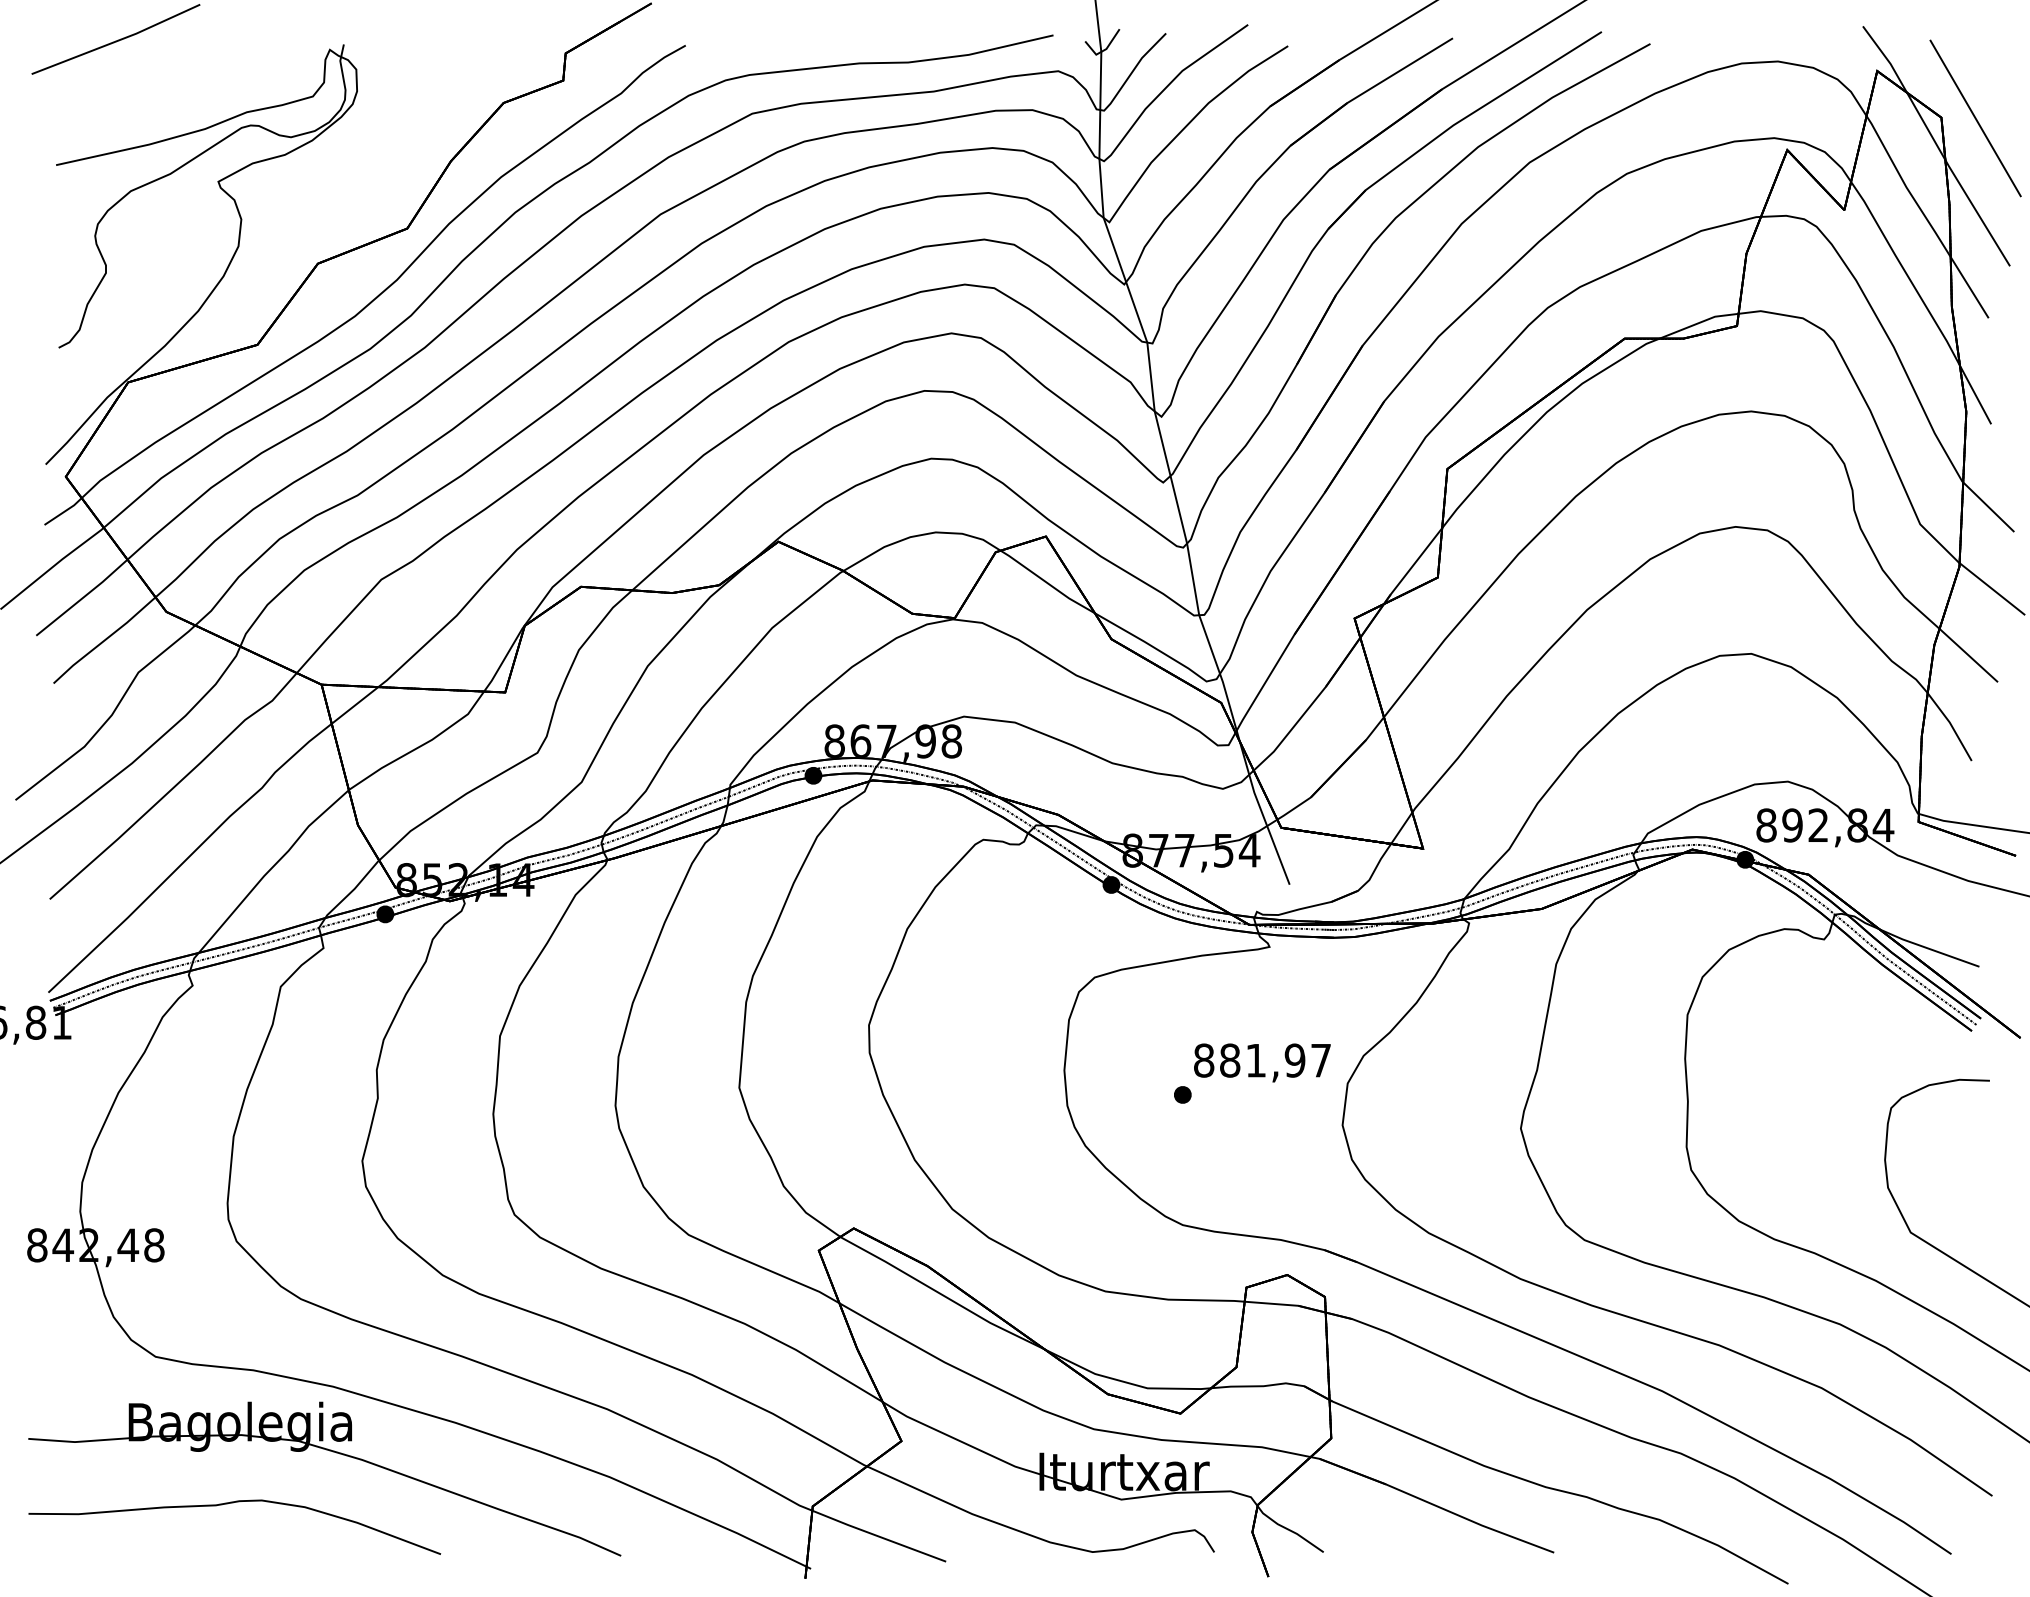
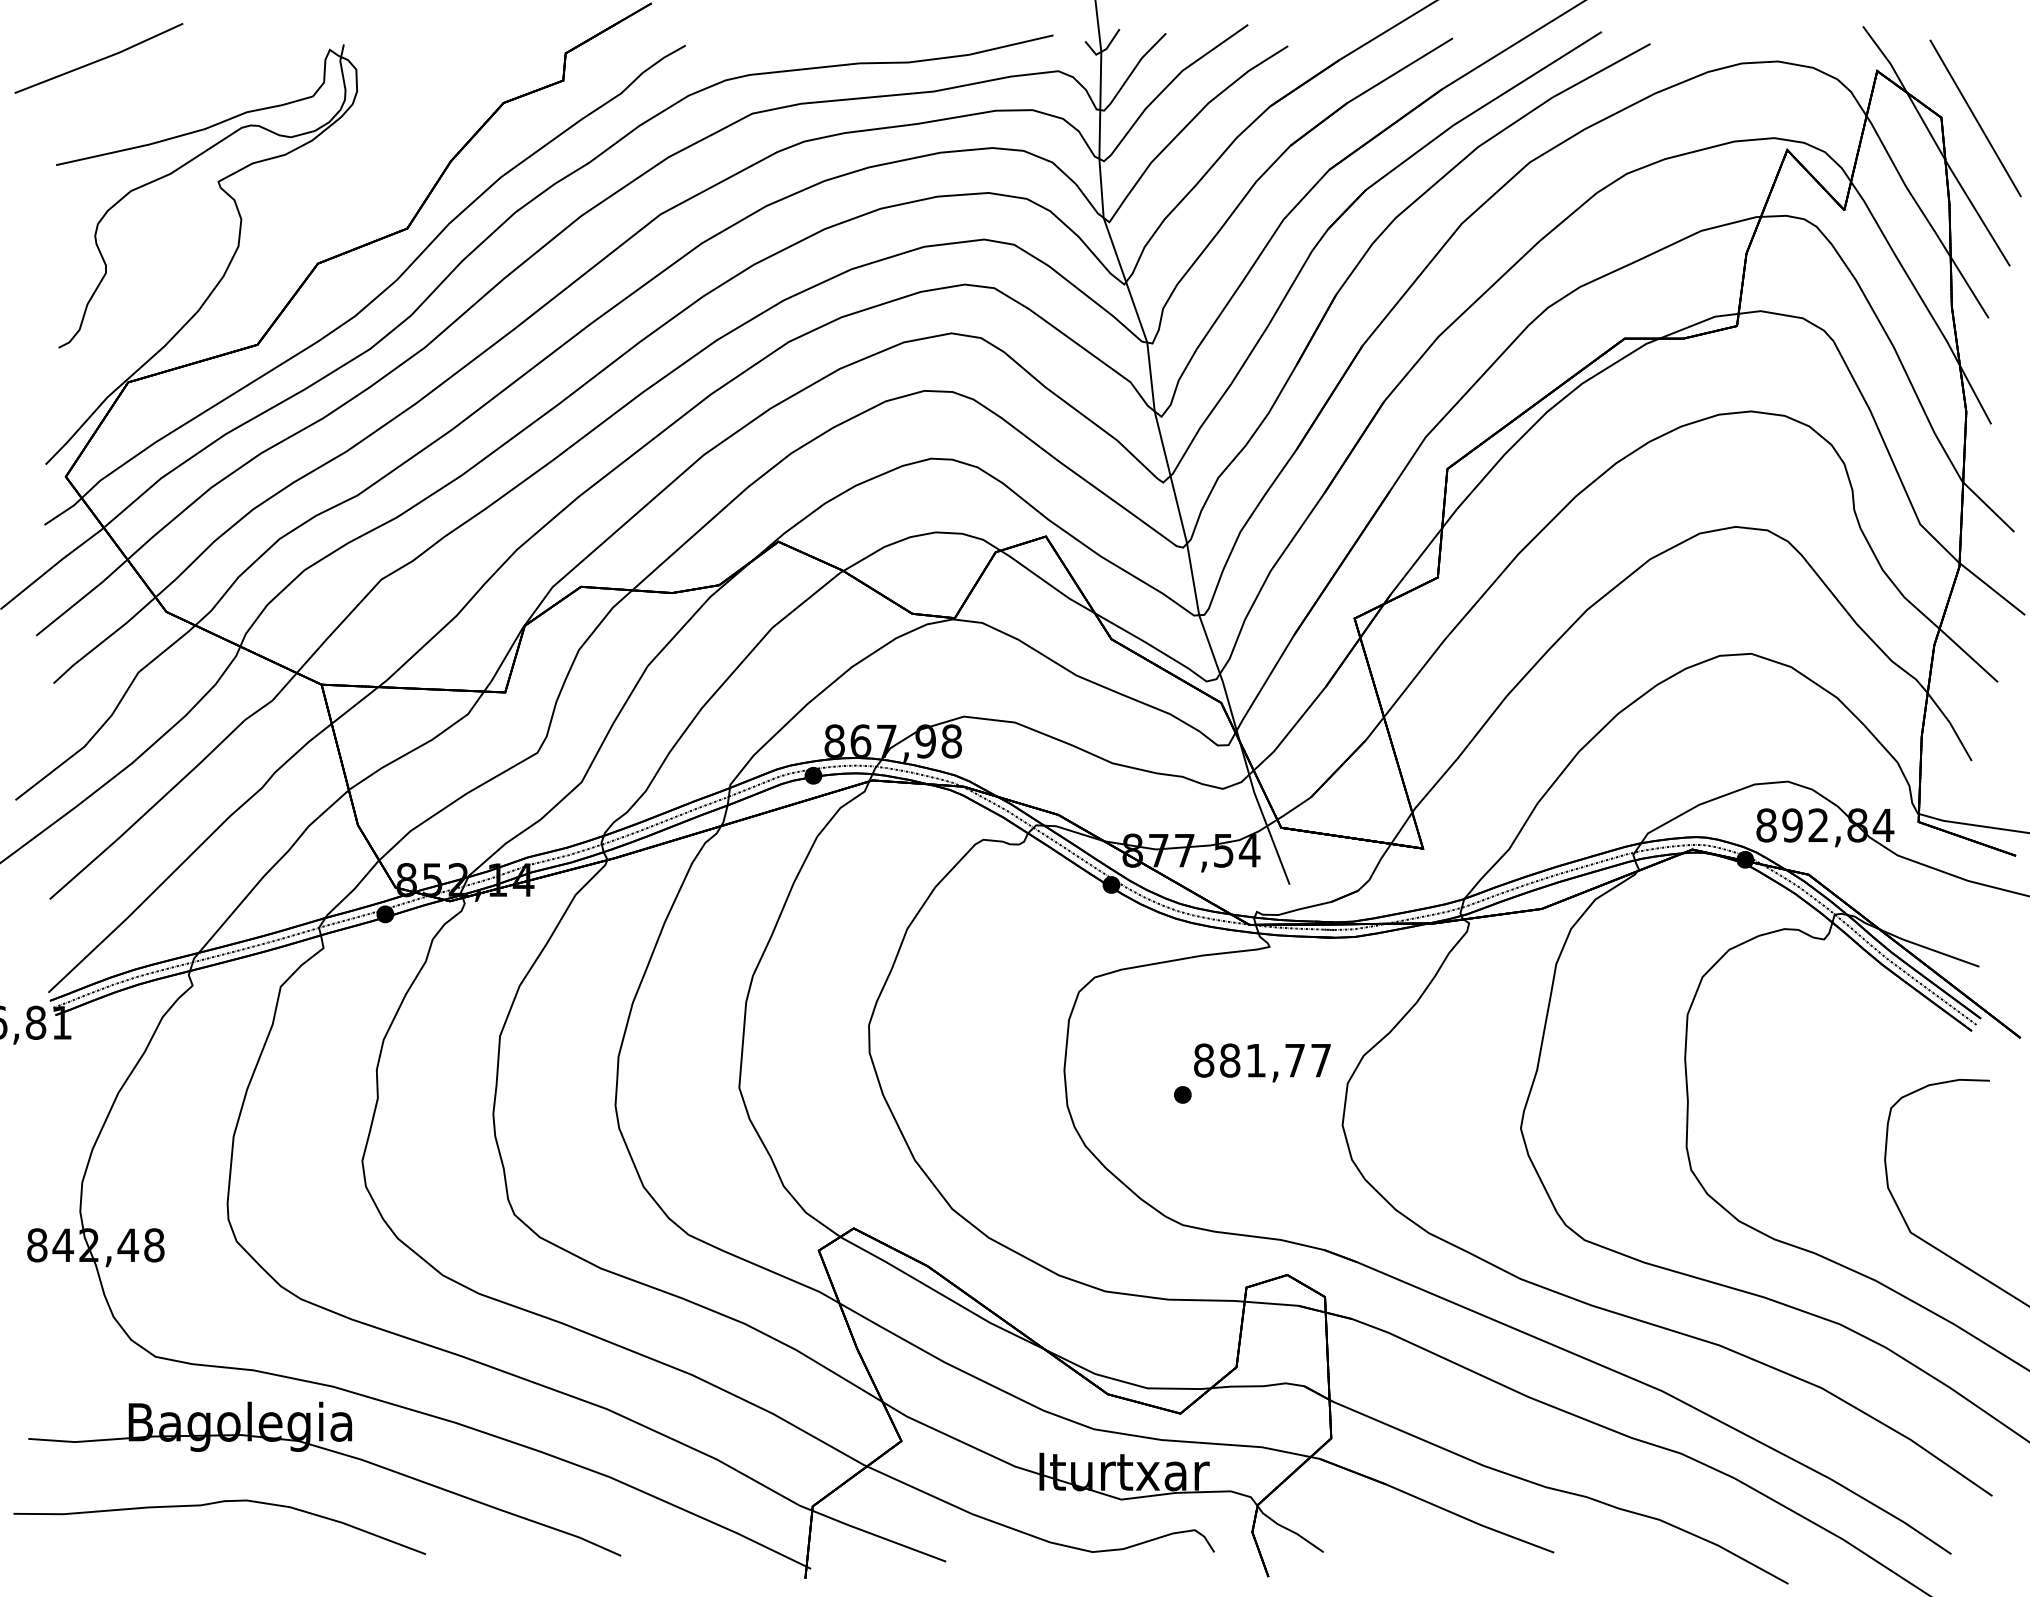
line at (115, 40) position: (115, 40) -> (98, 59)
text at (1294, 1060): 881,97 -> 881,77
curve at (233, 1503) position: (233, 1503) -> (218, 1503)
